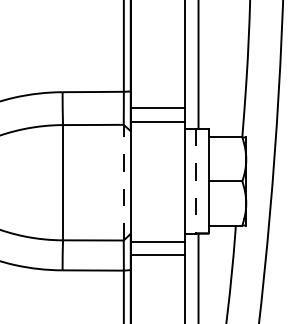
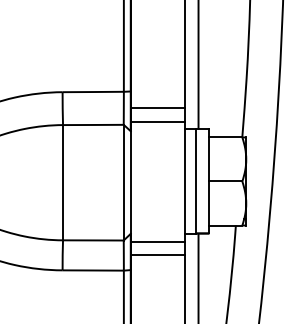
line at (123, 182): dashed -> solid
line at (195, 182): dashed -> solid
